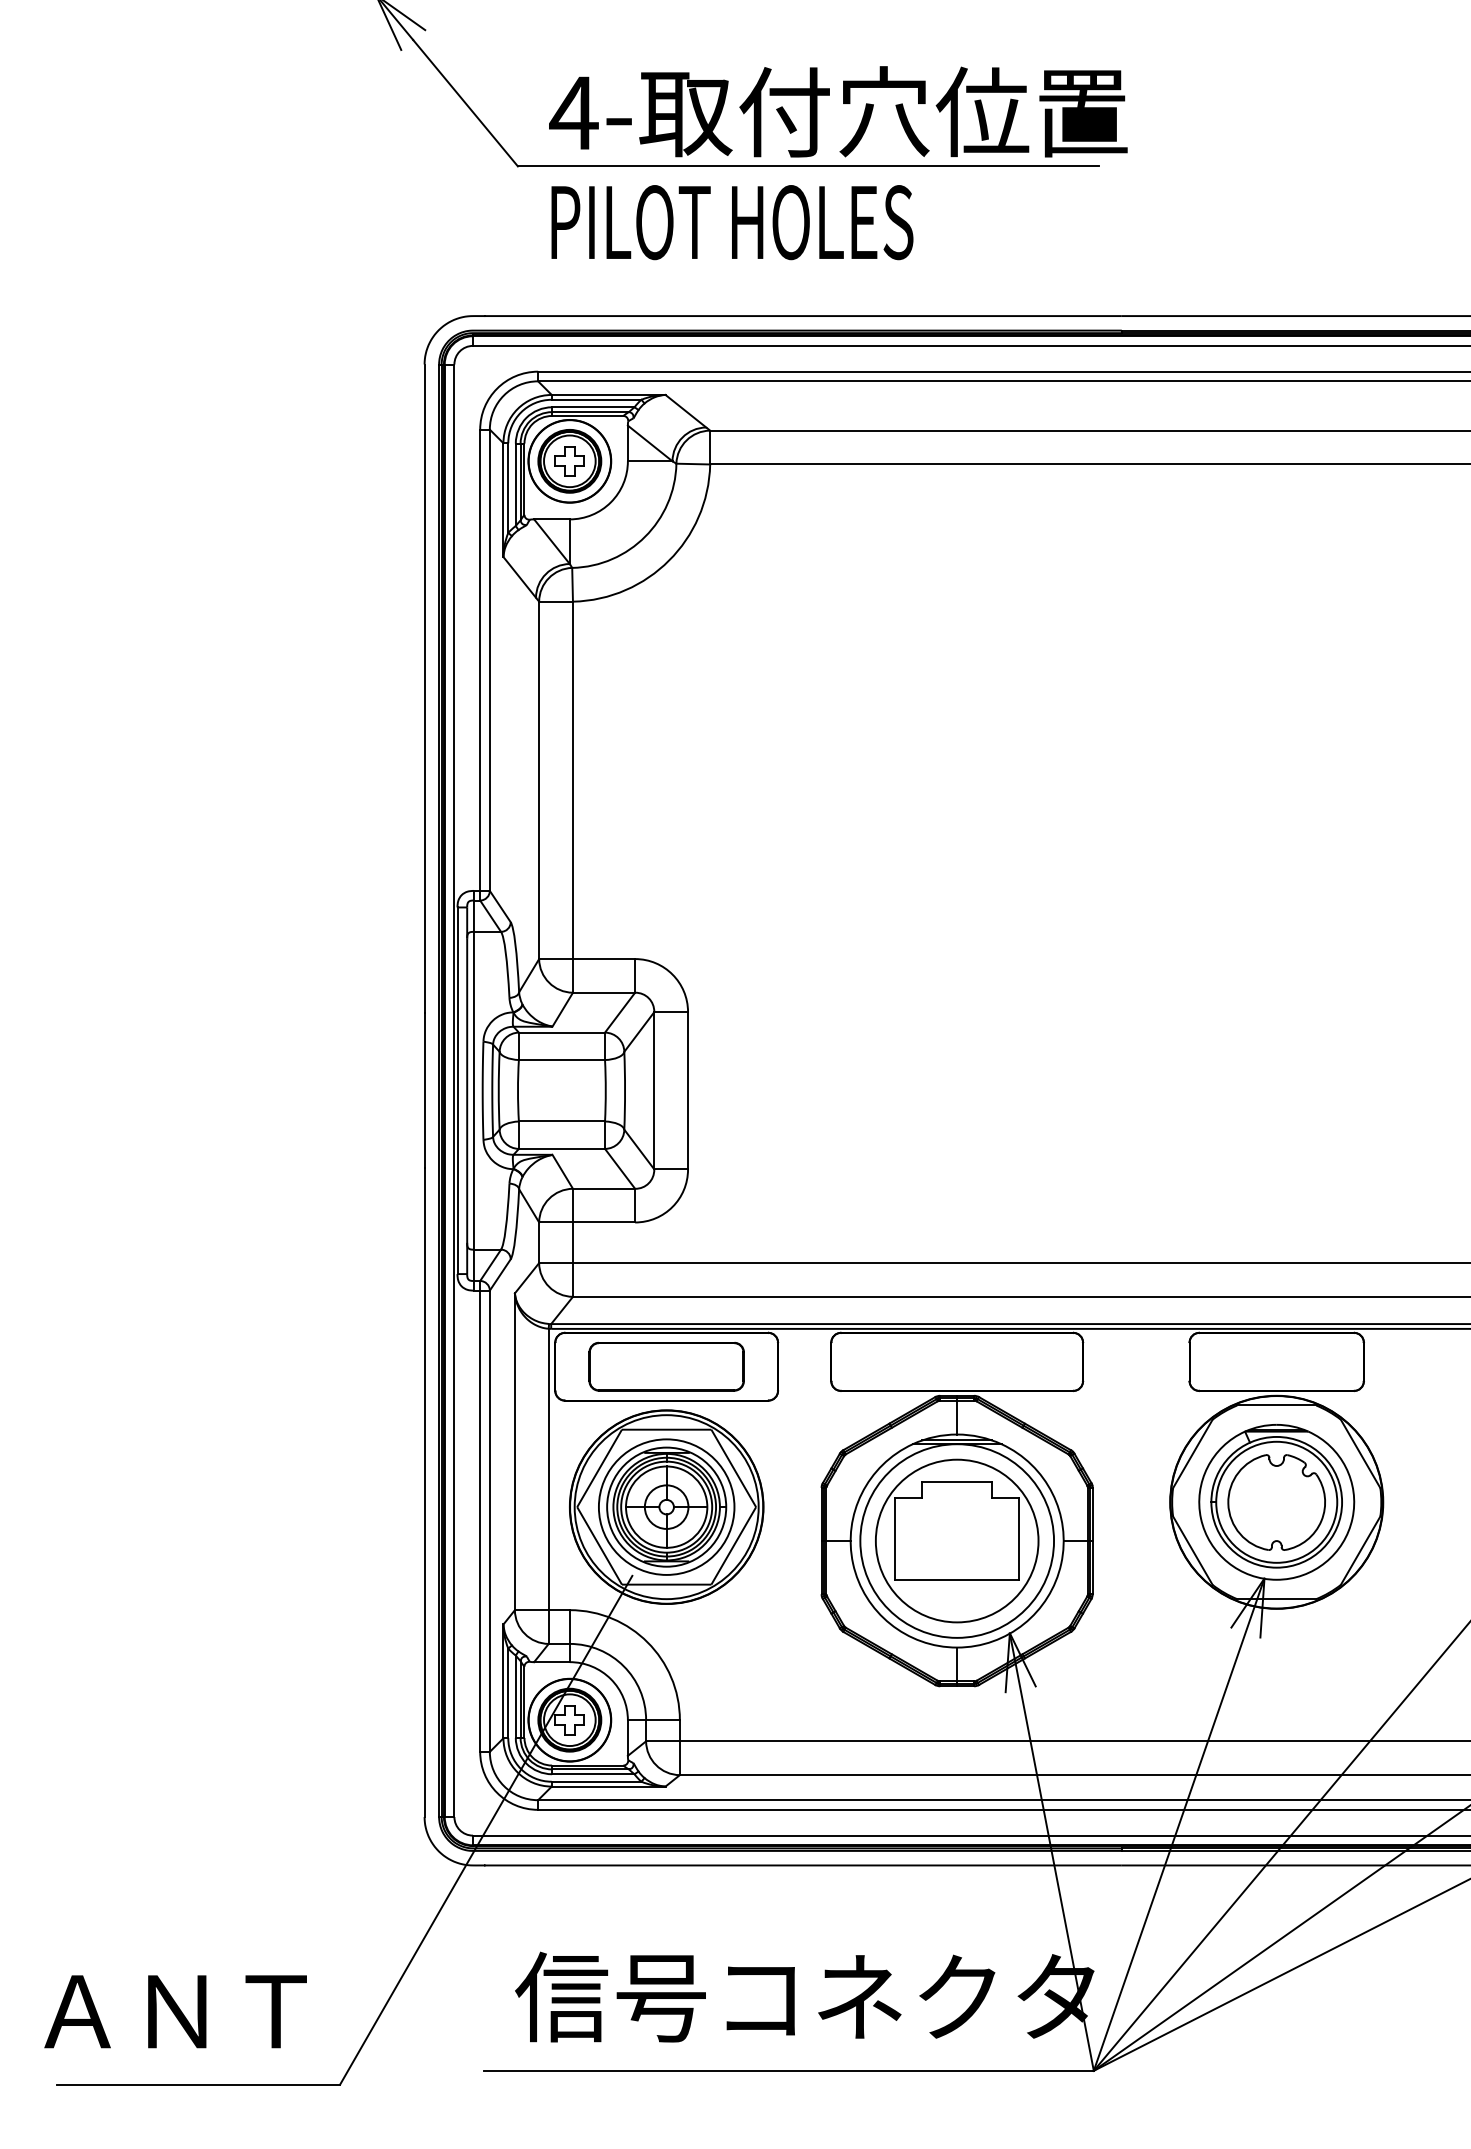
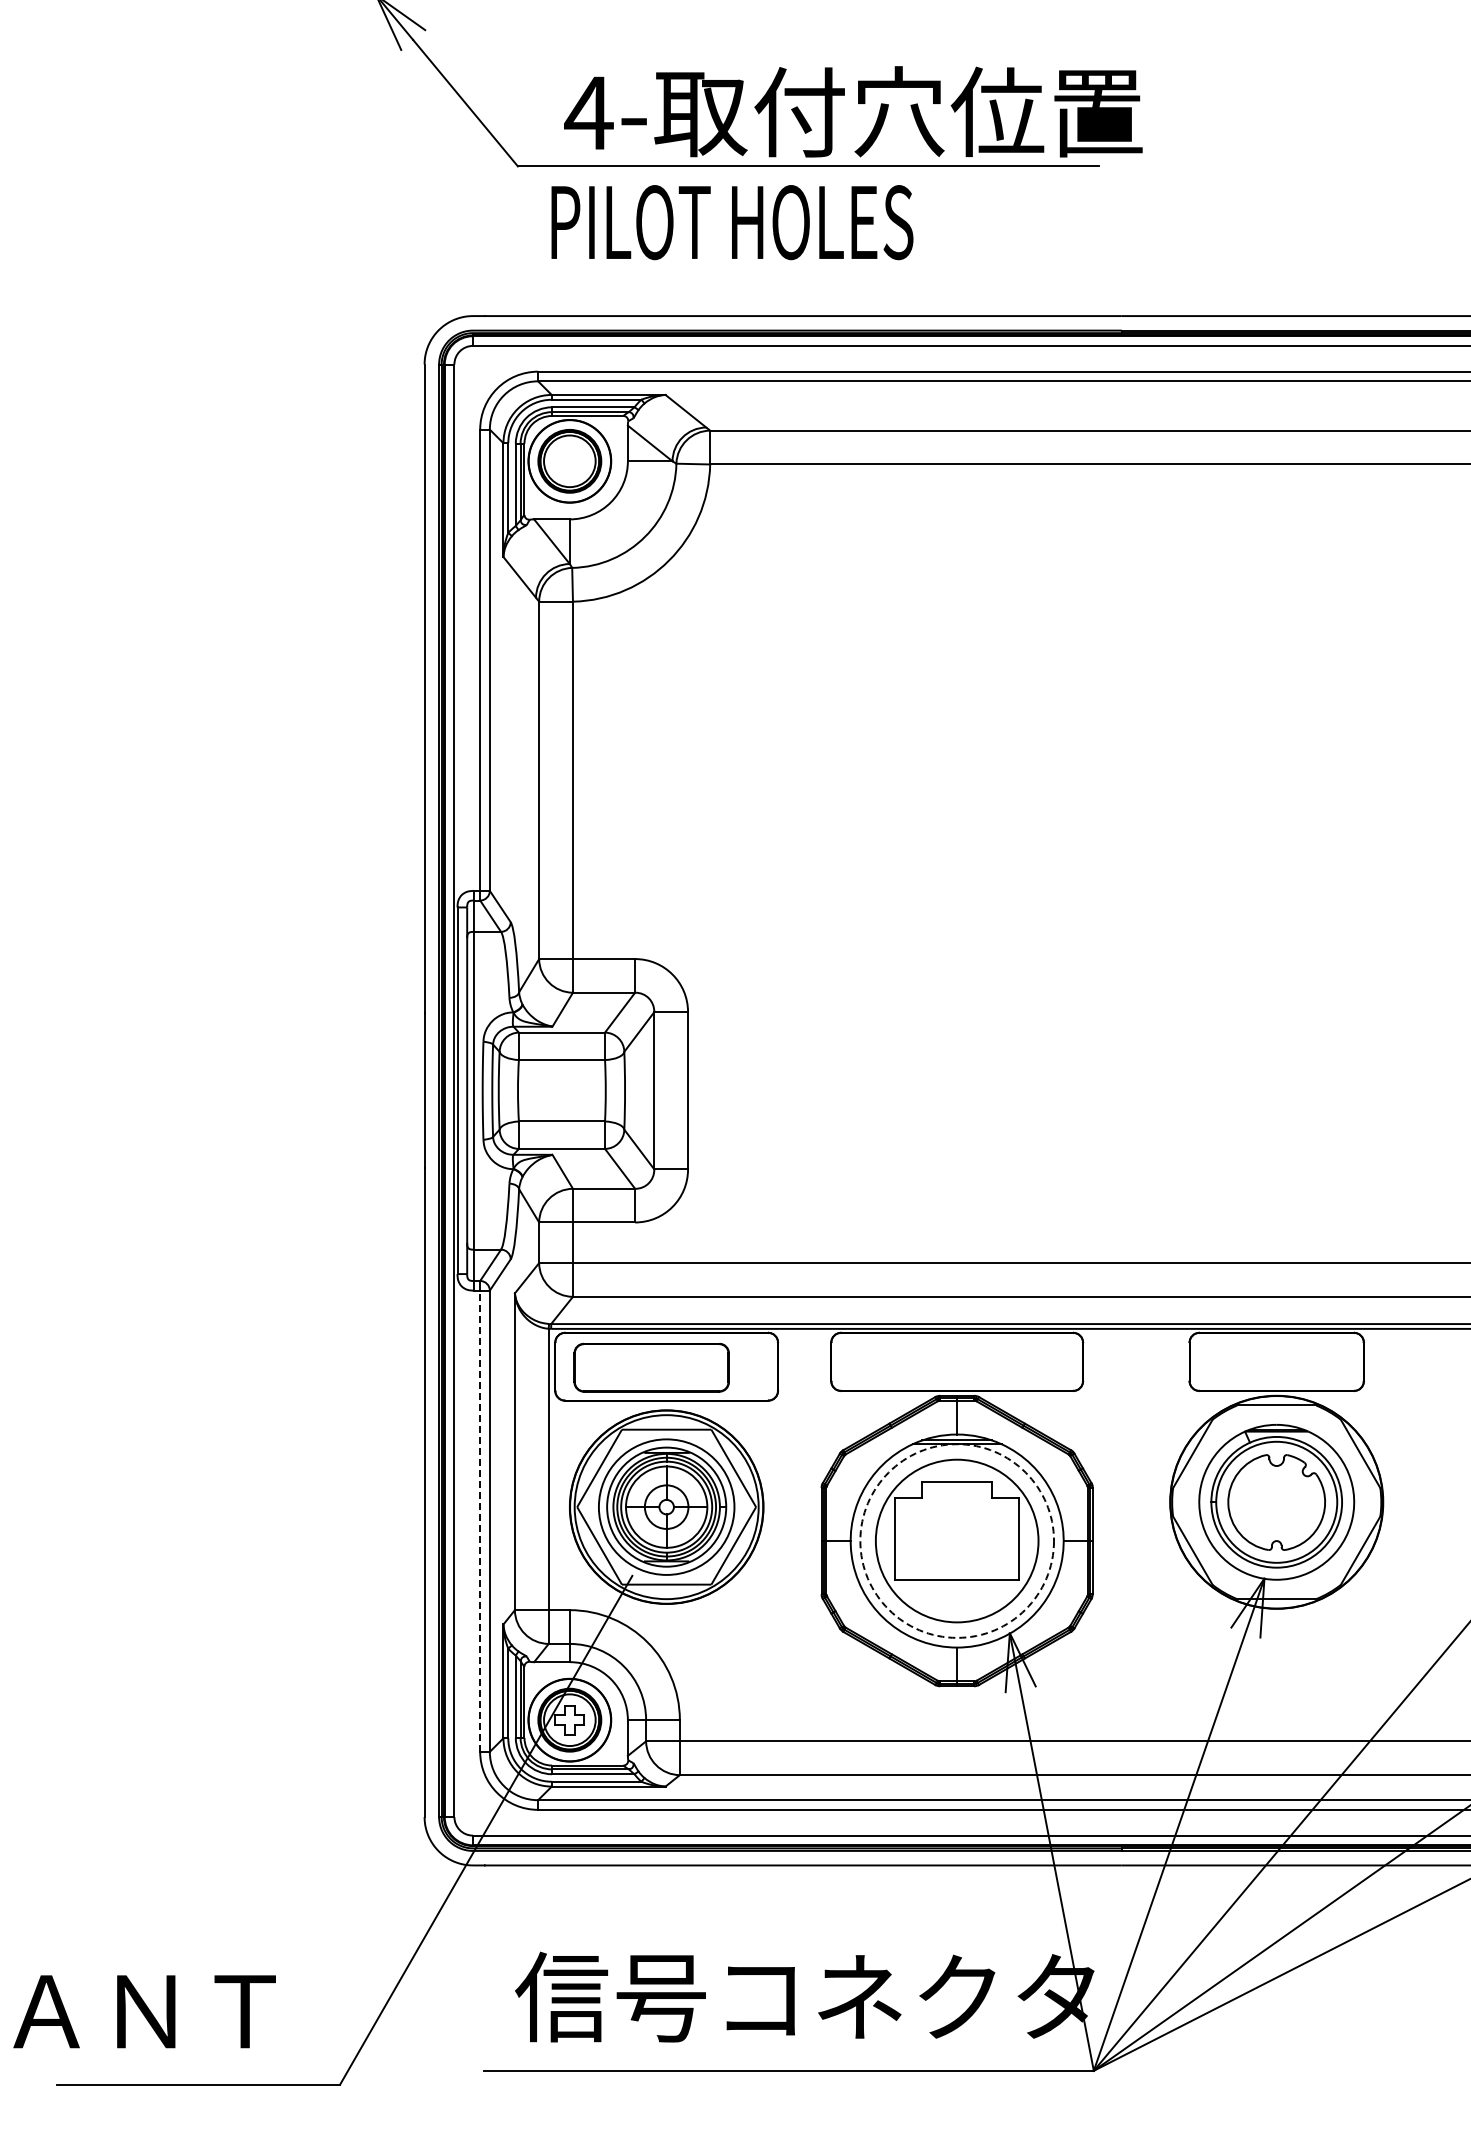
text at (838, 111) position: (838, 111) -> (853, 111)
part at (569, 461): present -> none
part at (666, 1366) position: (666, 1366) -> (651, 1367)
line at (480, 1521): solid -> dashed
circle at (957, 1540): solid -> dashed
text at (175, 2011) position: (175, 2011) -> (144, 2011)
